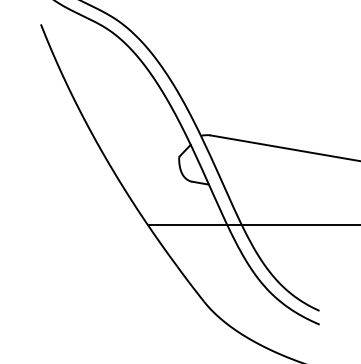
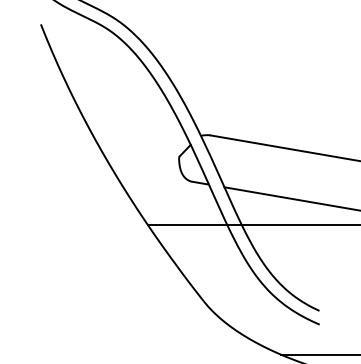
line at (290, 198): none -> present
line at (318, 354): none -> present
